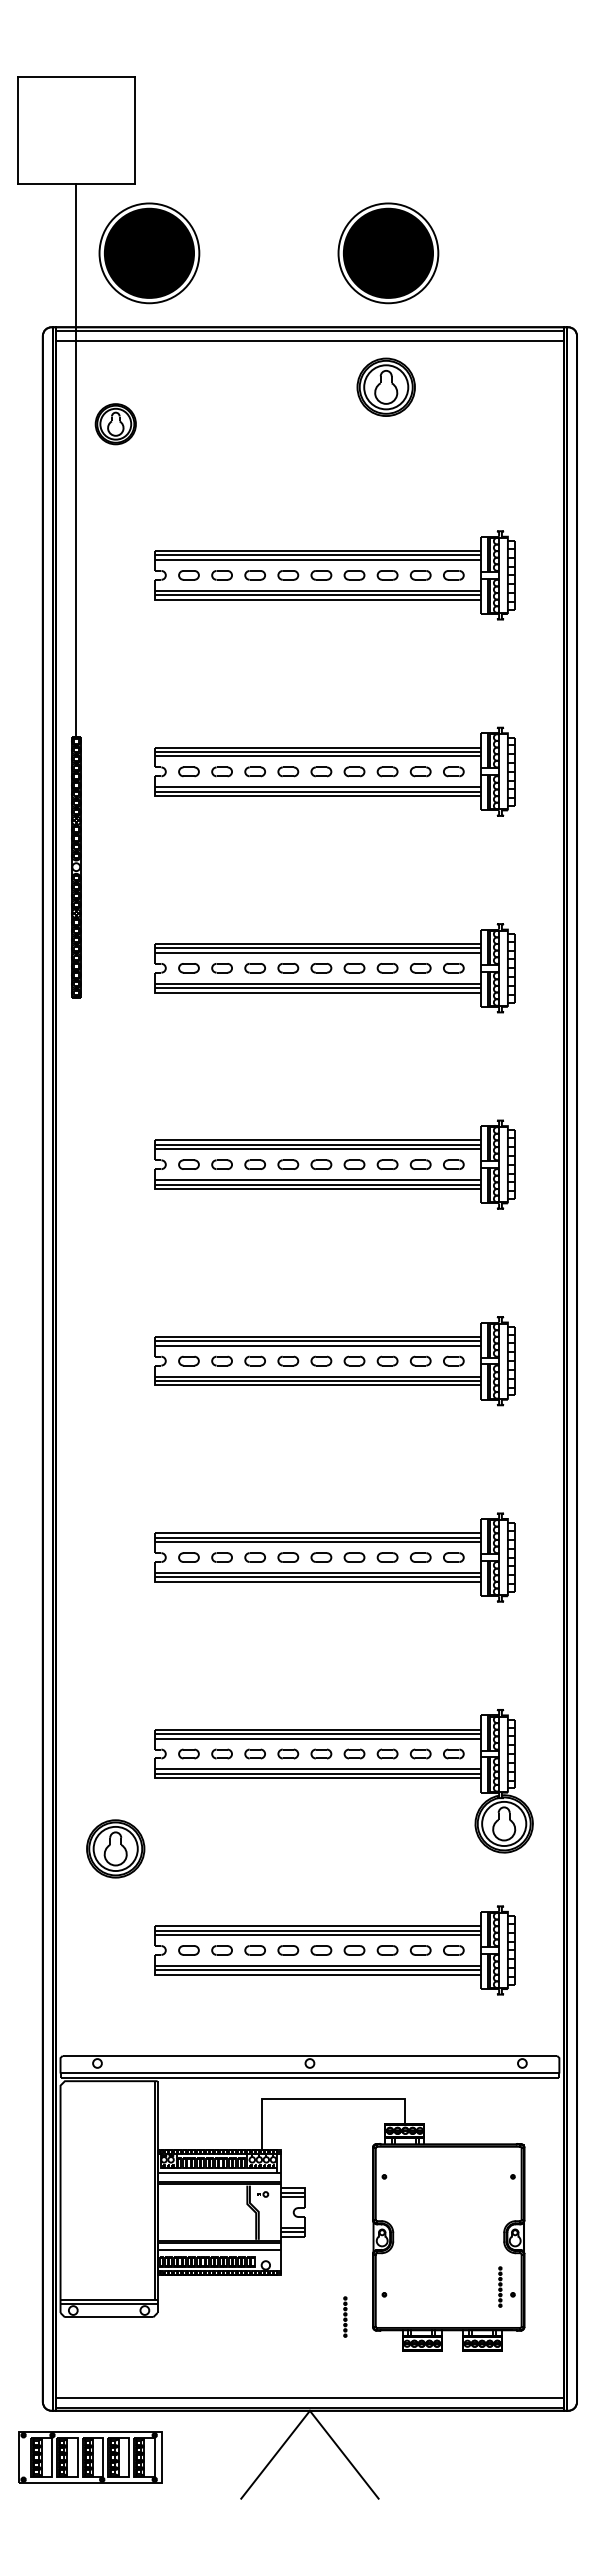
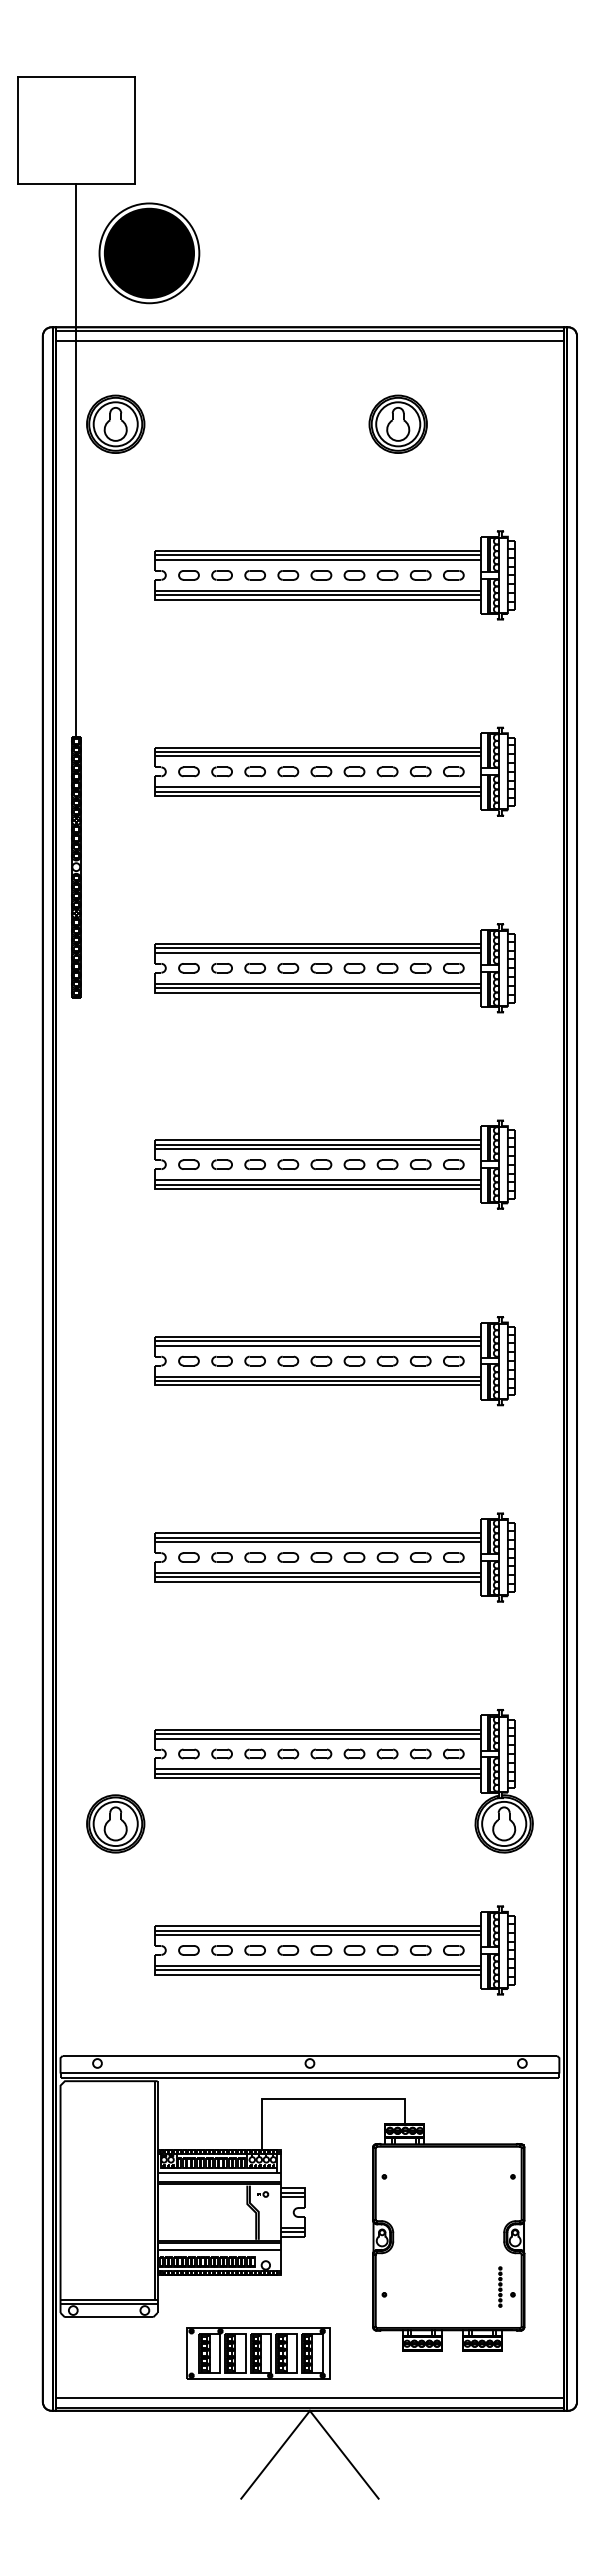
part at (388, 253): present -> none
part at (385, 386) position: (385, 386) -> (397, 423)
part at (115, 424) size: 43x43 px -> 60x60 px
part at (115, 1848) position: (115, 1848) -> (115, 1823)
line at (345, 2316): present -> none
part at (90, 2457) position: (90, 2457) -> (258, 2353)
